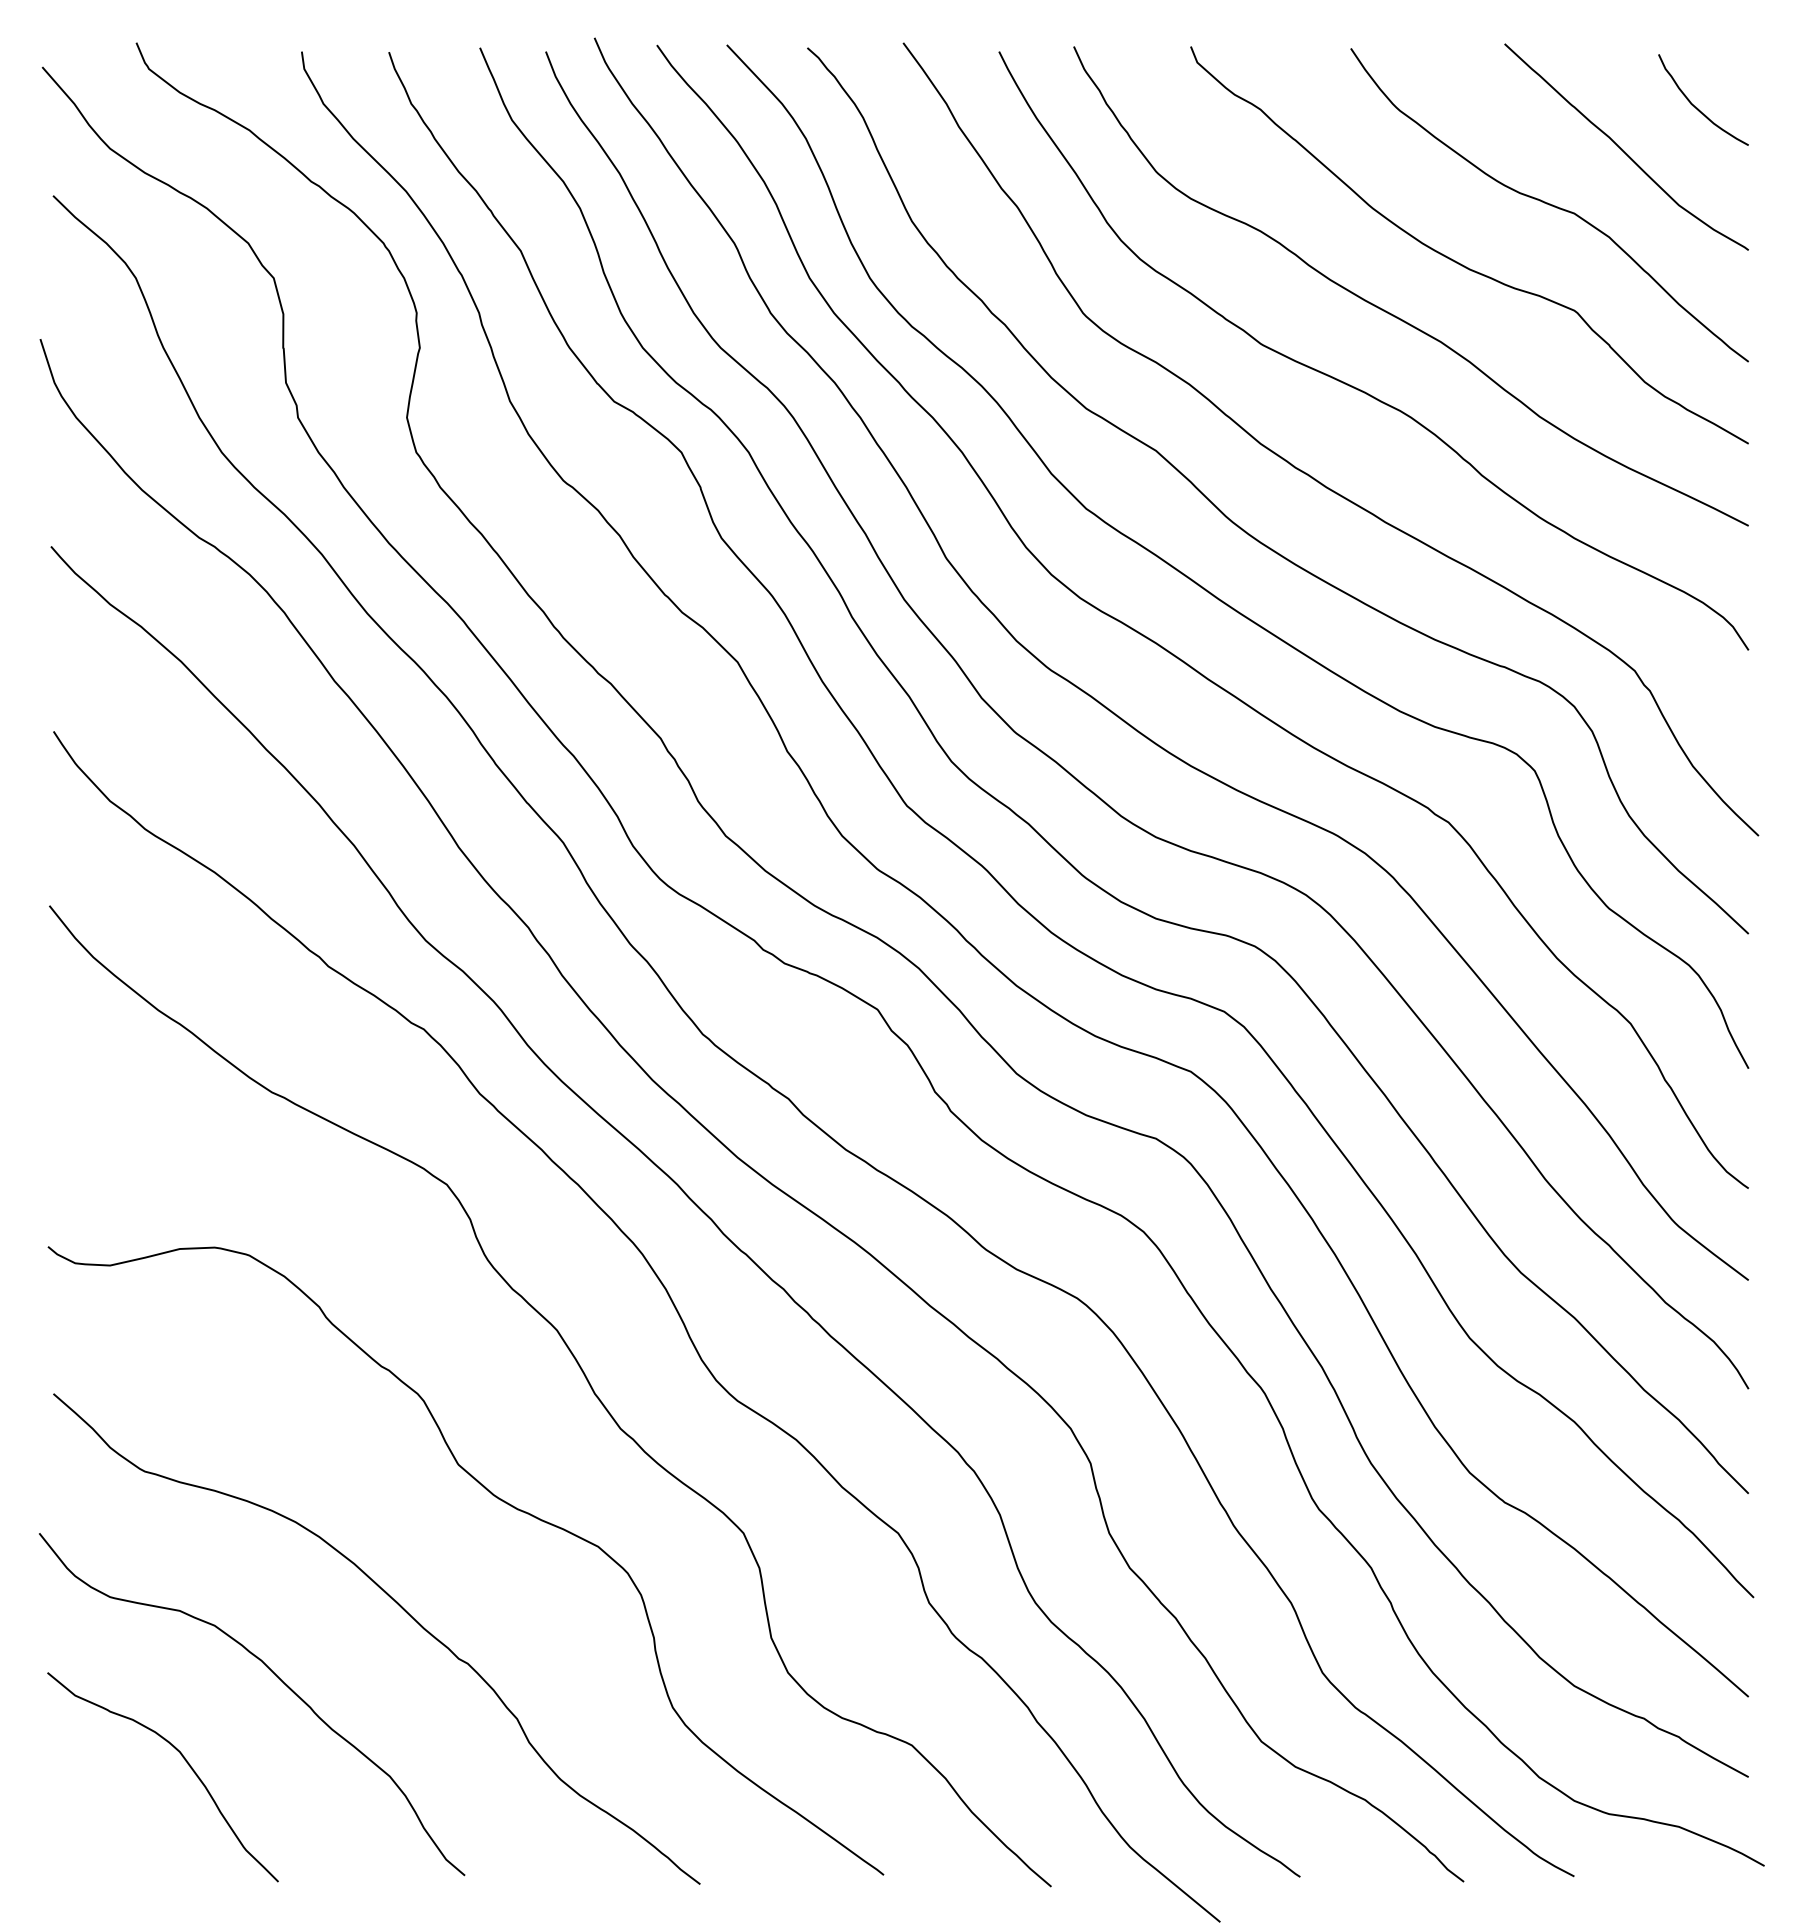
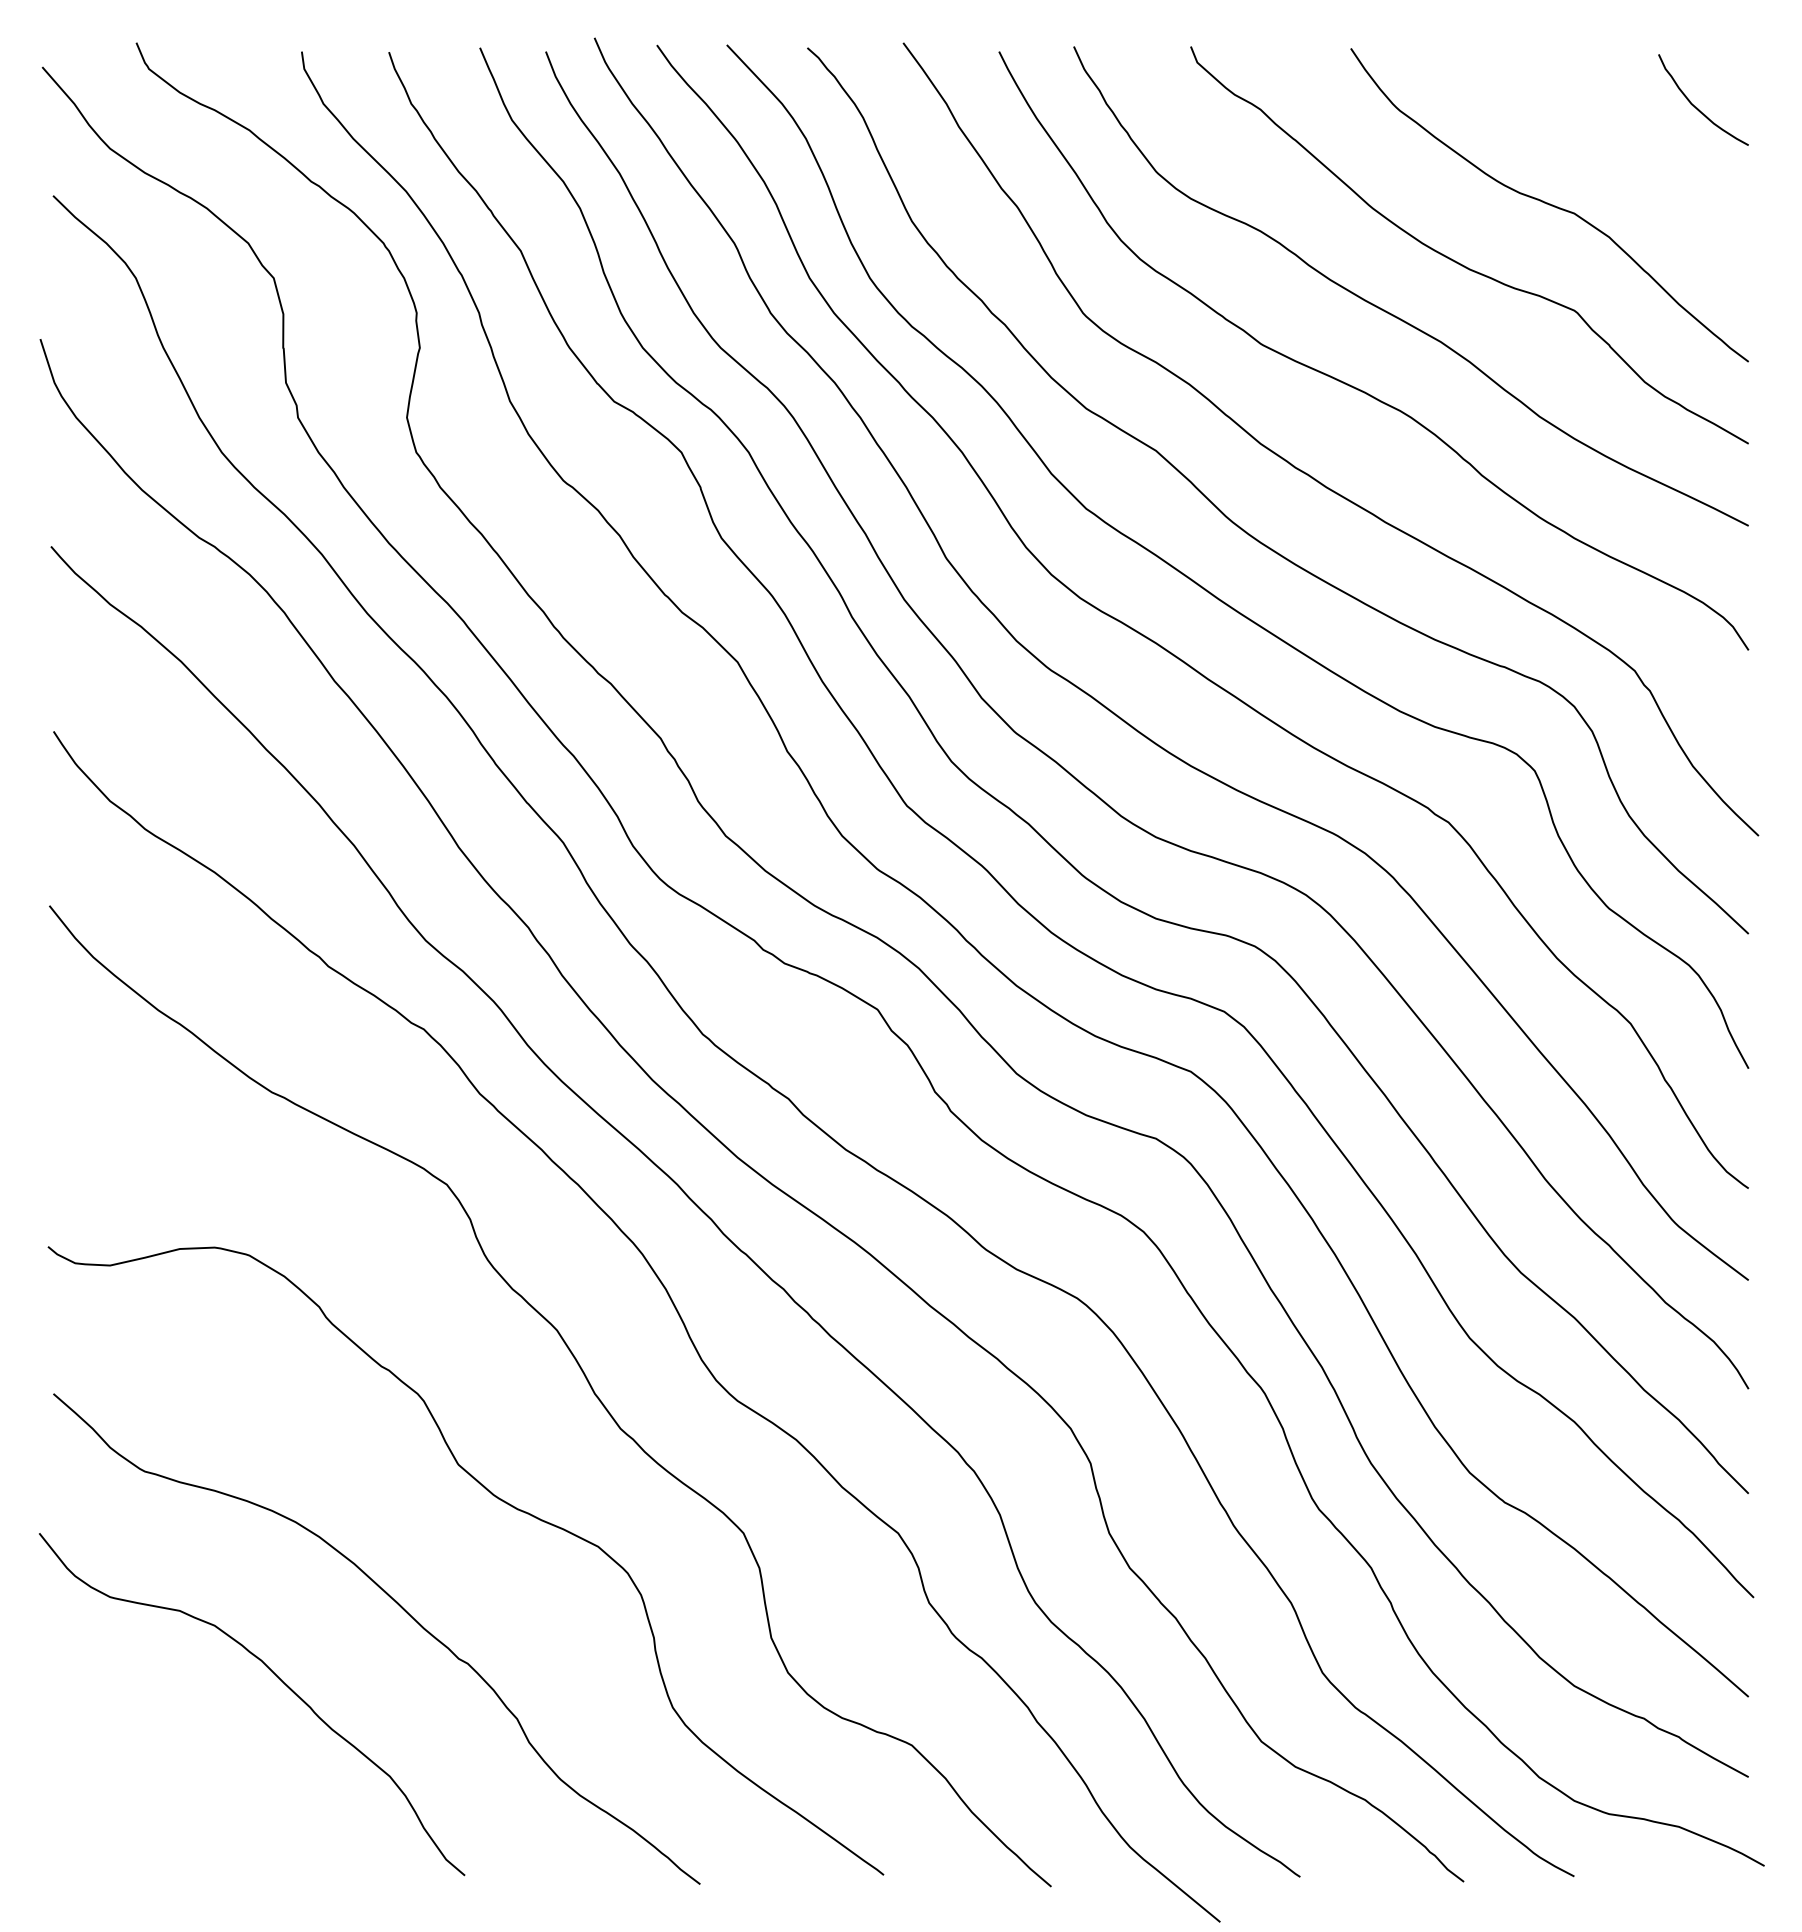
curve at (1622, 149): present -> none
curve at (184, 1760): present -> none
